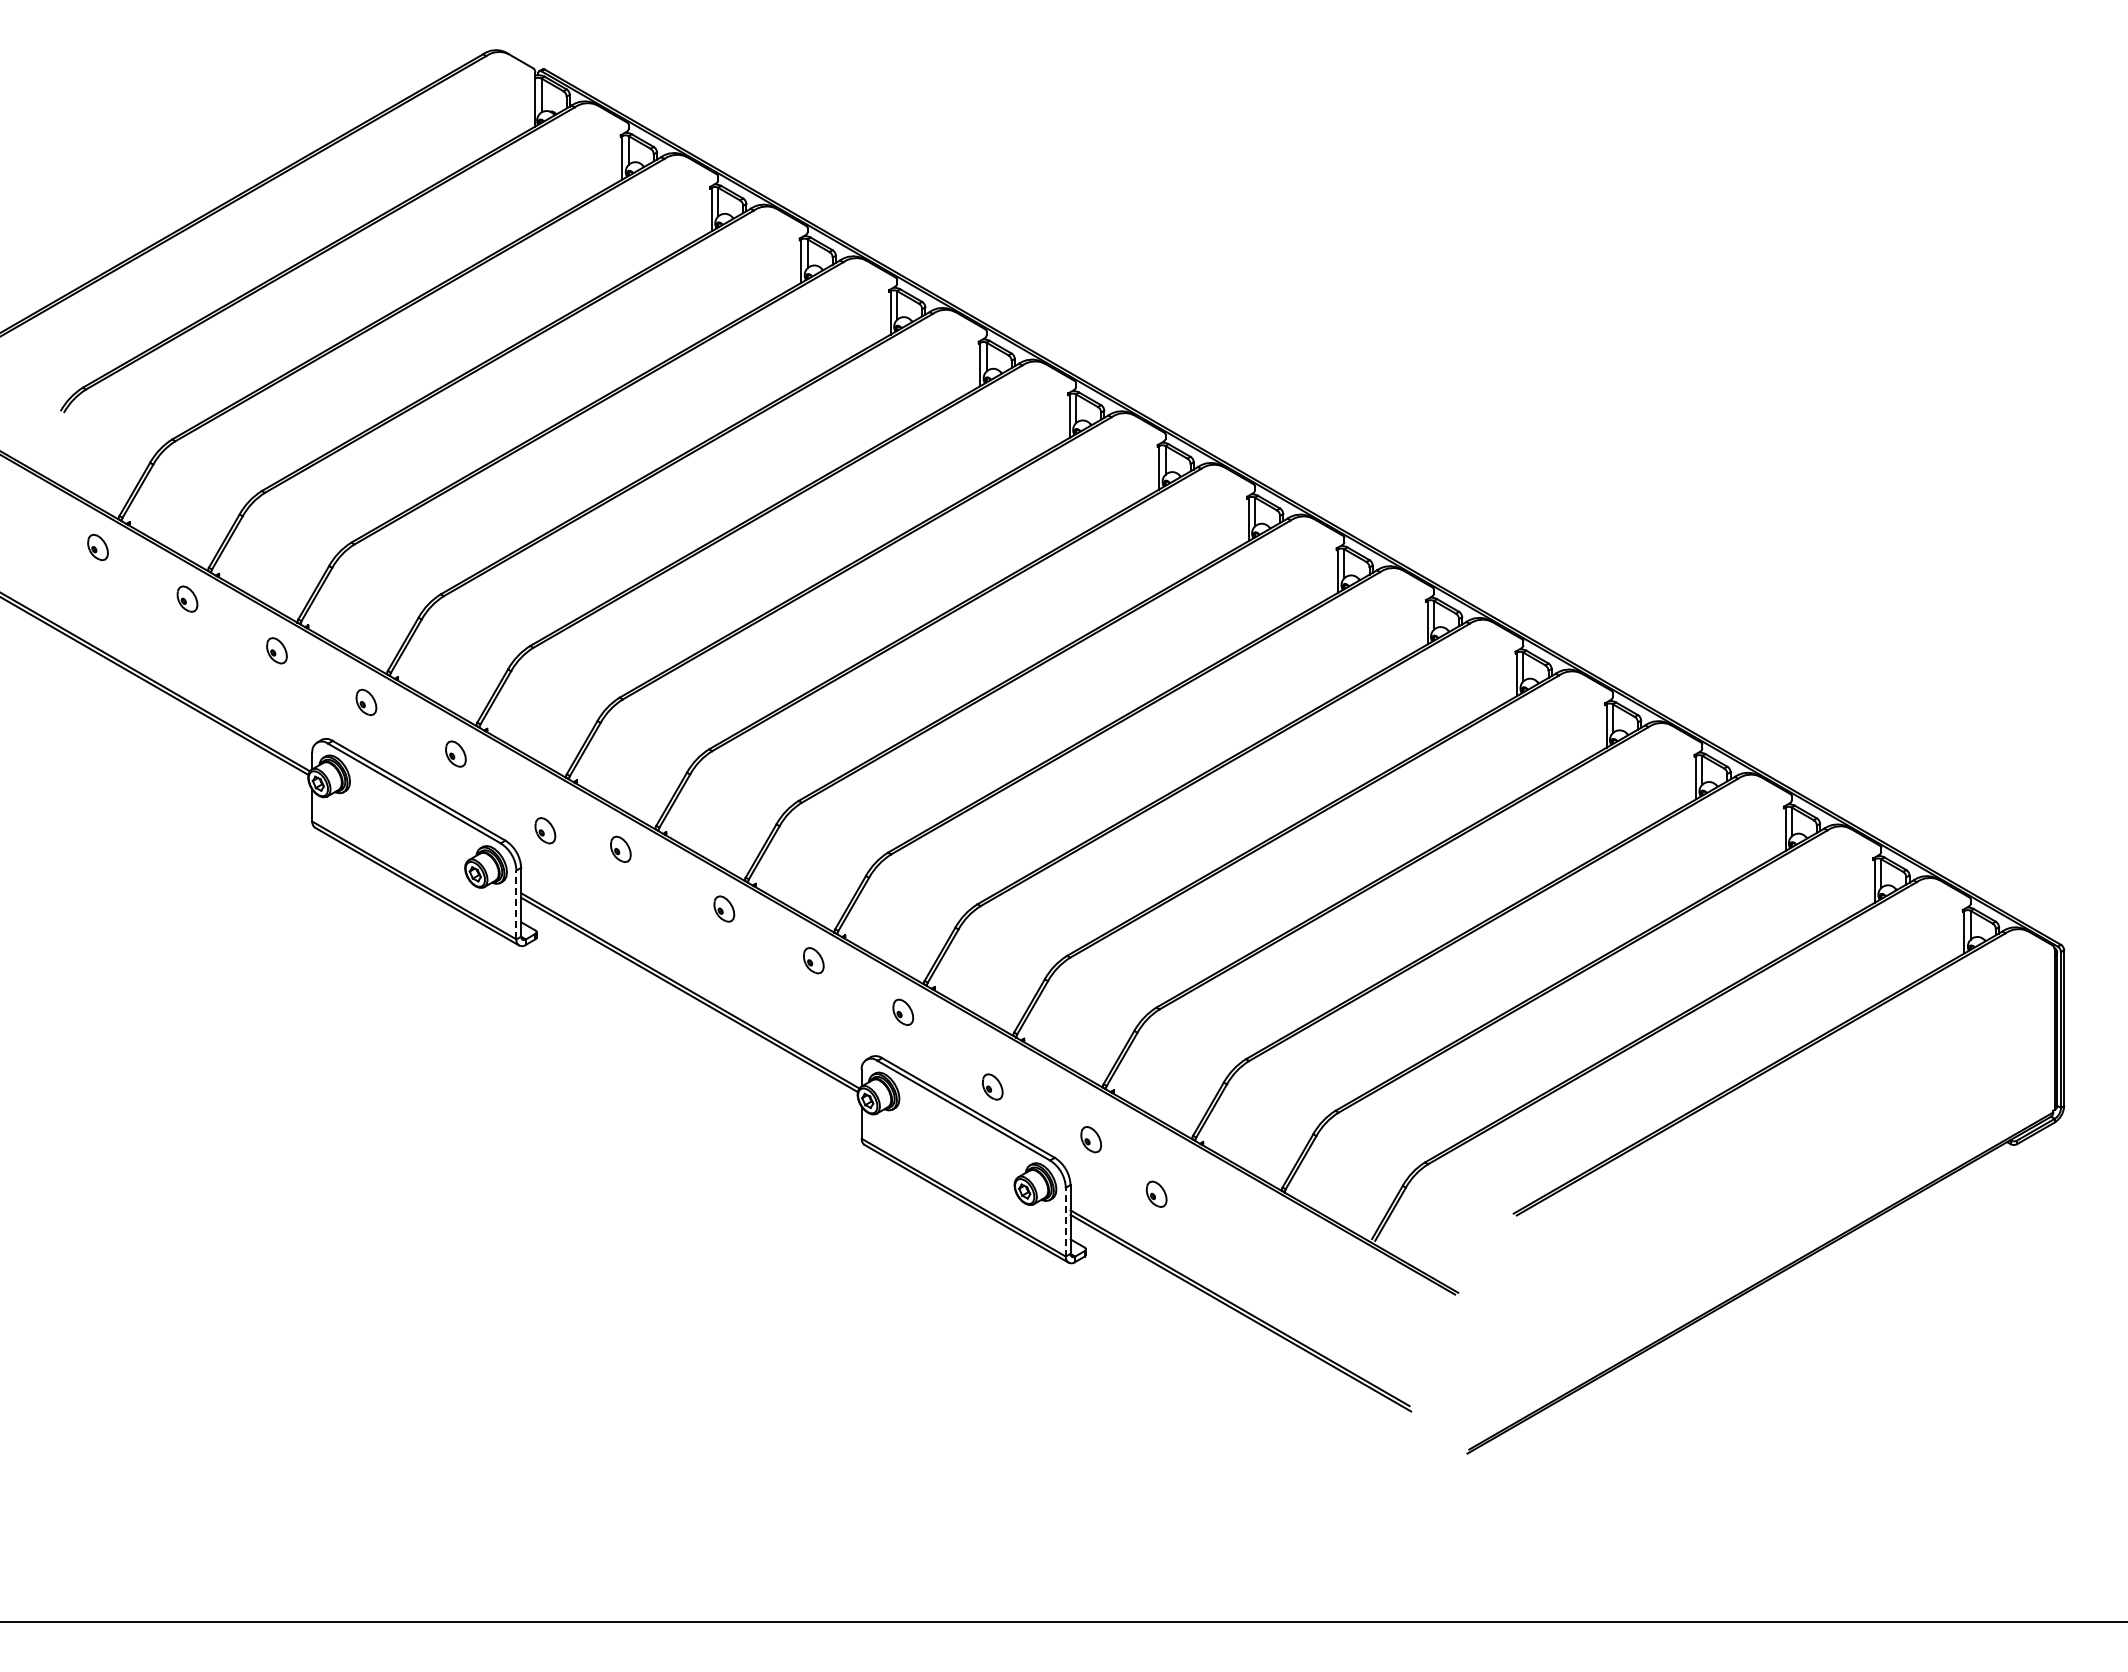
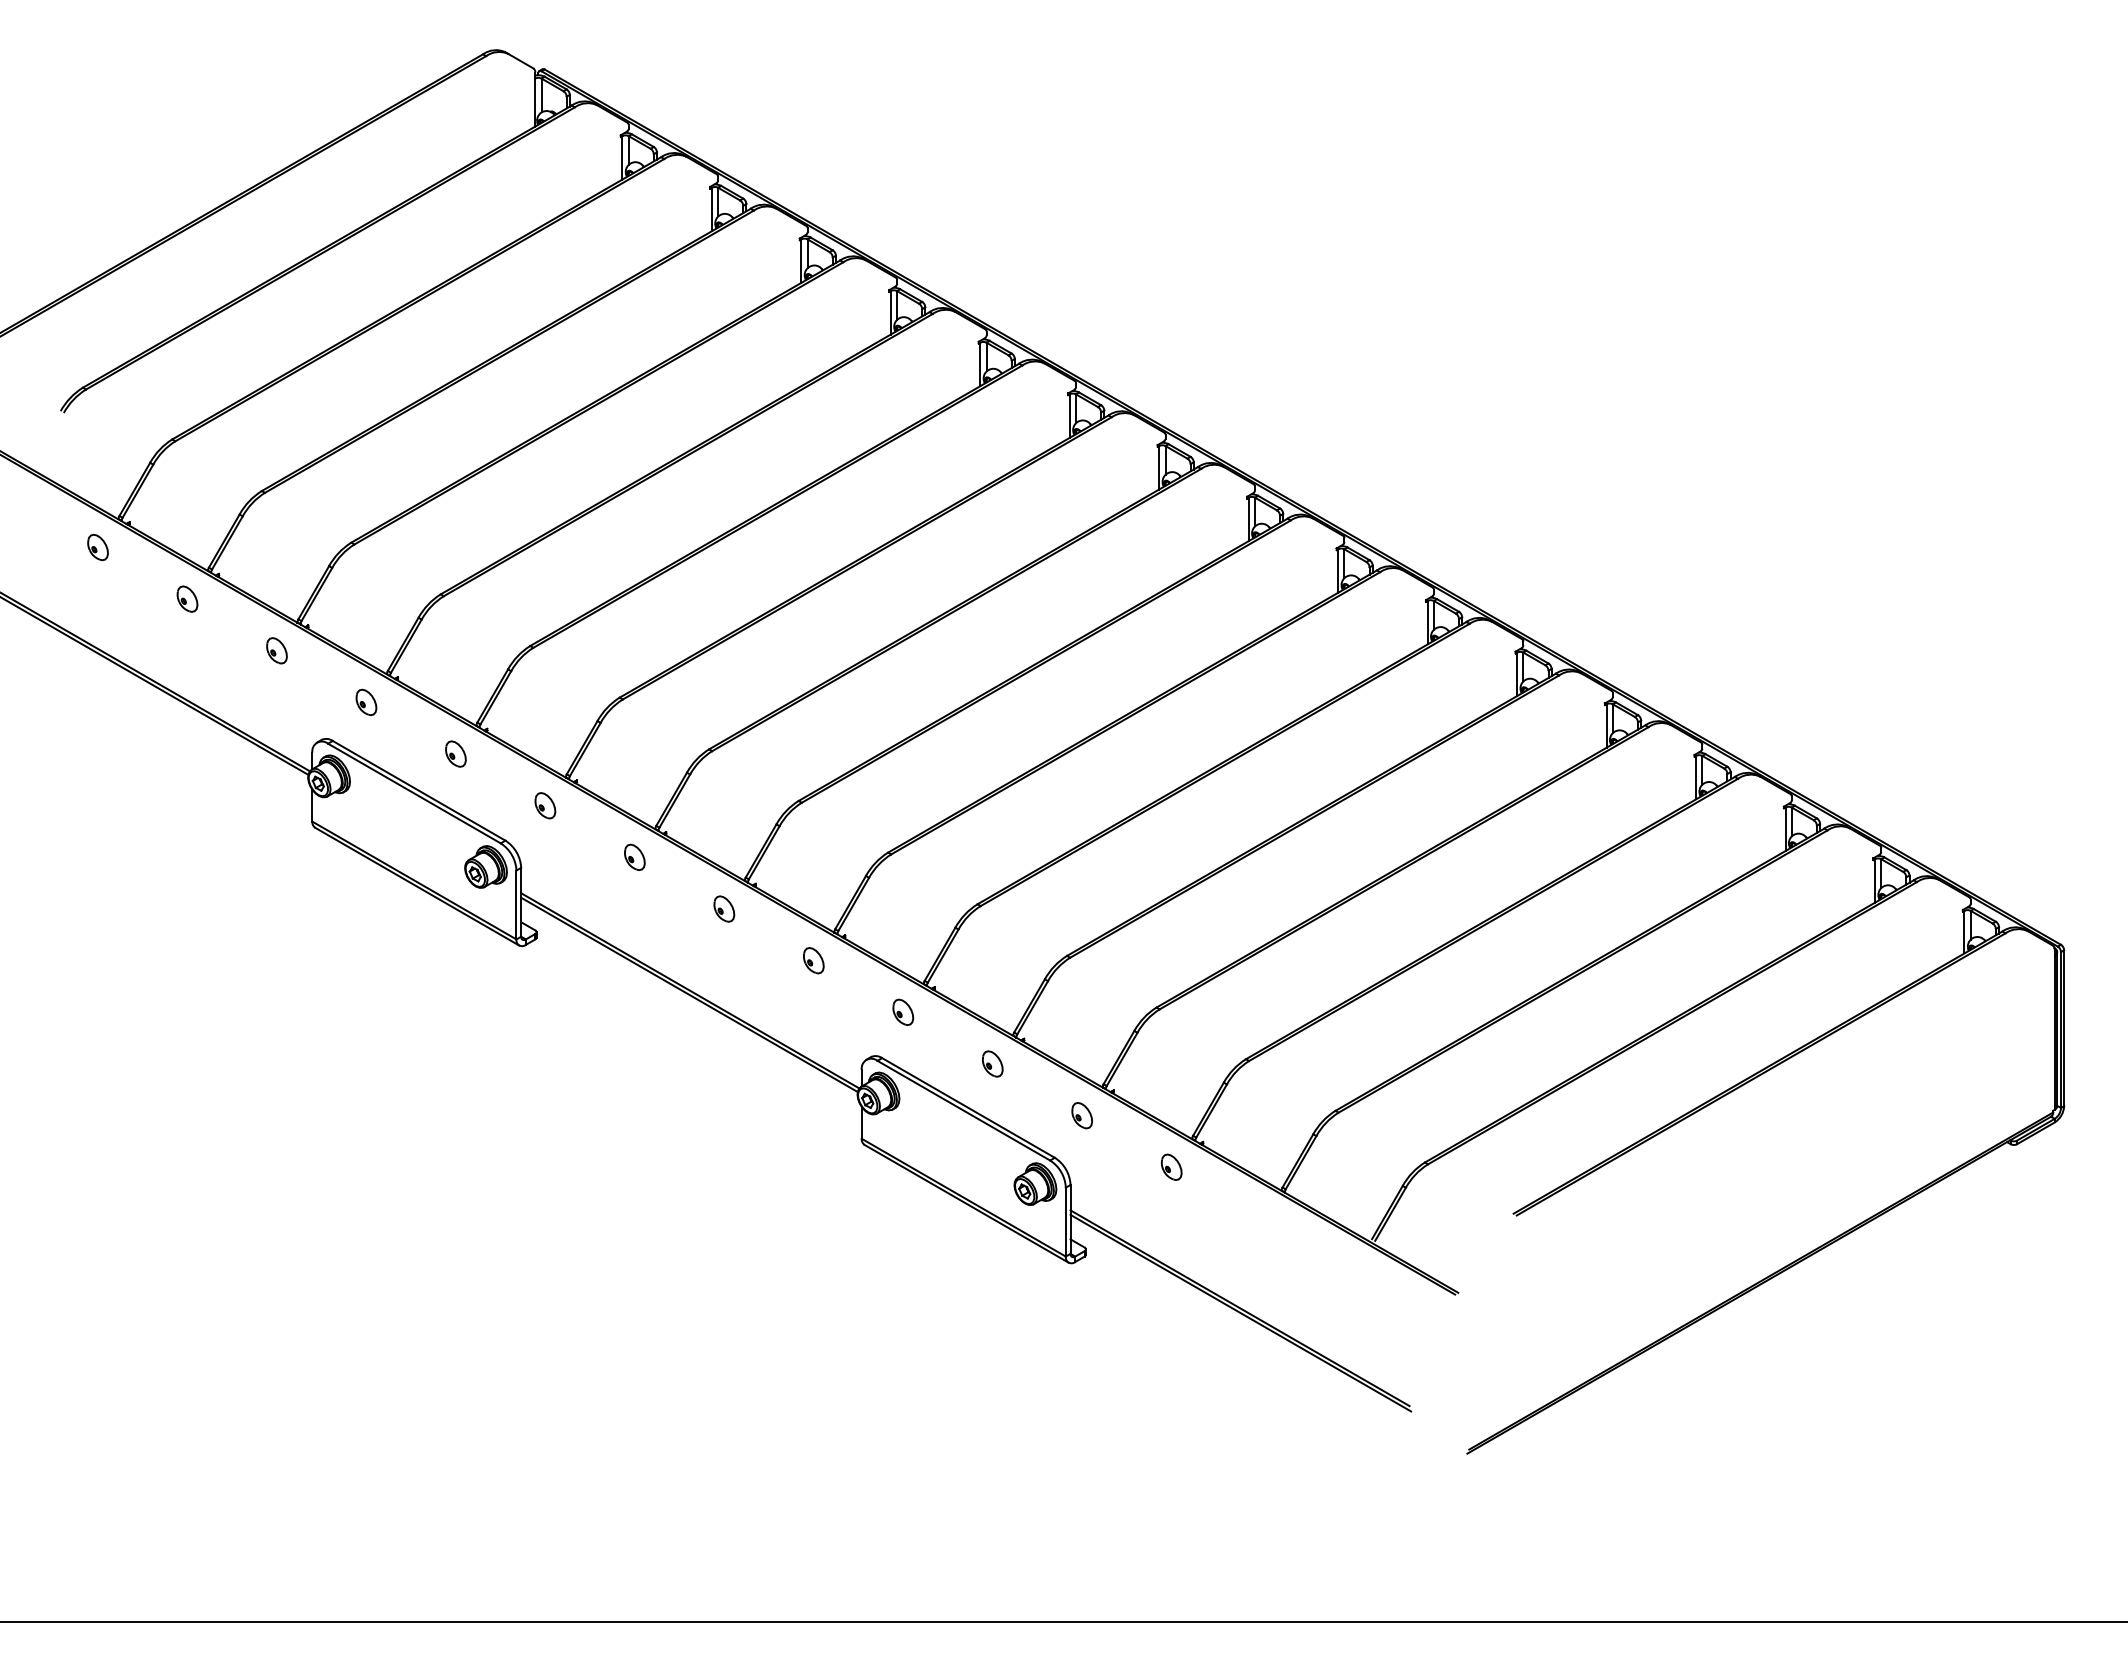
part at (545, 830) position: (545, 830) -> (545, 805)
part at (620, 848) position: (620, 848) -> (634, 856)
line at (516, 904): dashed -> solid
part at (992, 1086) position: (992, 1086) -> (992, 1063)
part at (1090, 1139) position: (1090, 1139) -> (1081, 1115)
part at (1156, 1193) position: (1156, 1193) -> (1171, 1166)
line at (1065, 1221): dashed -> solid
